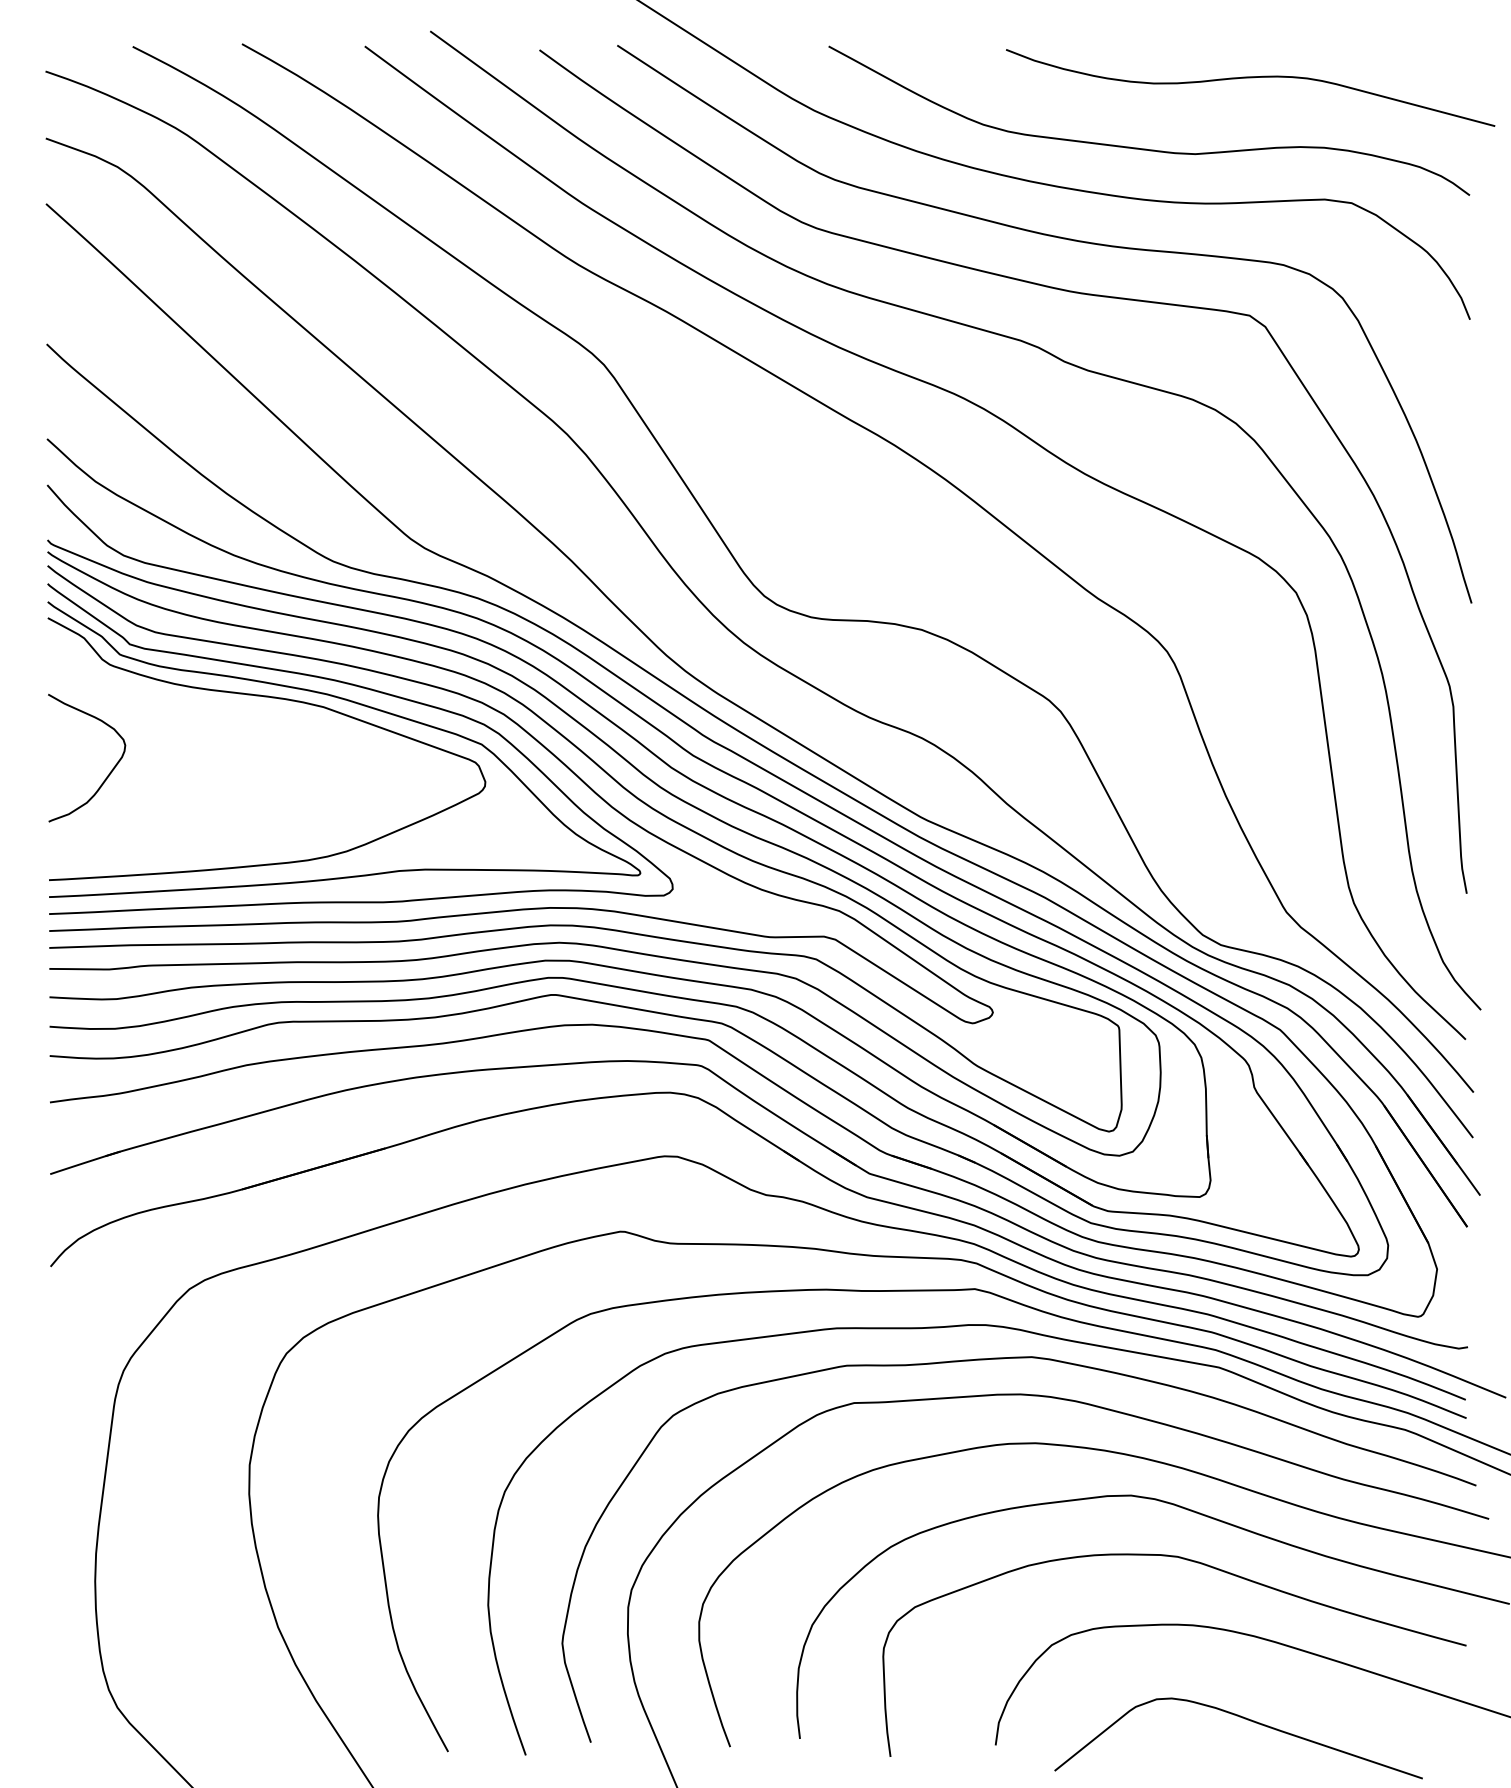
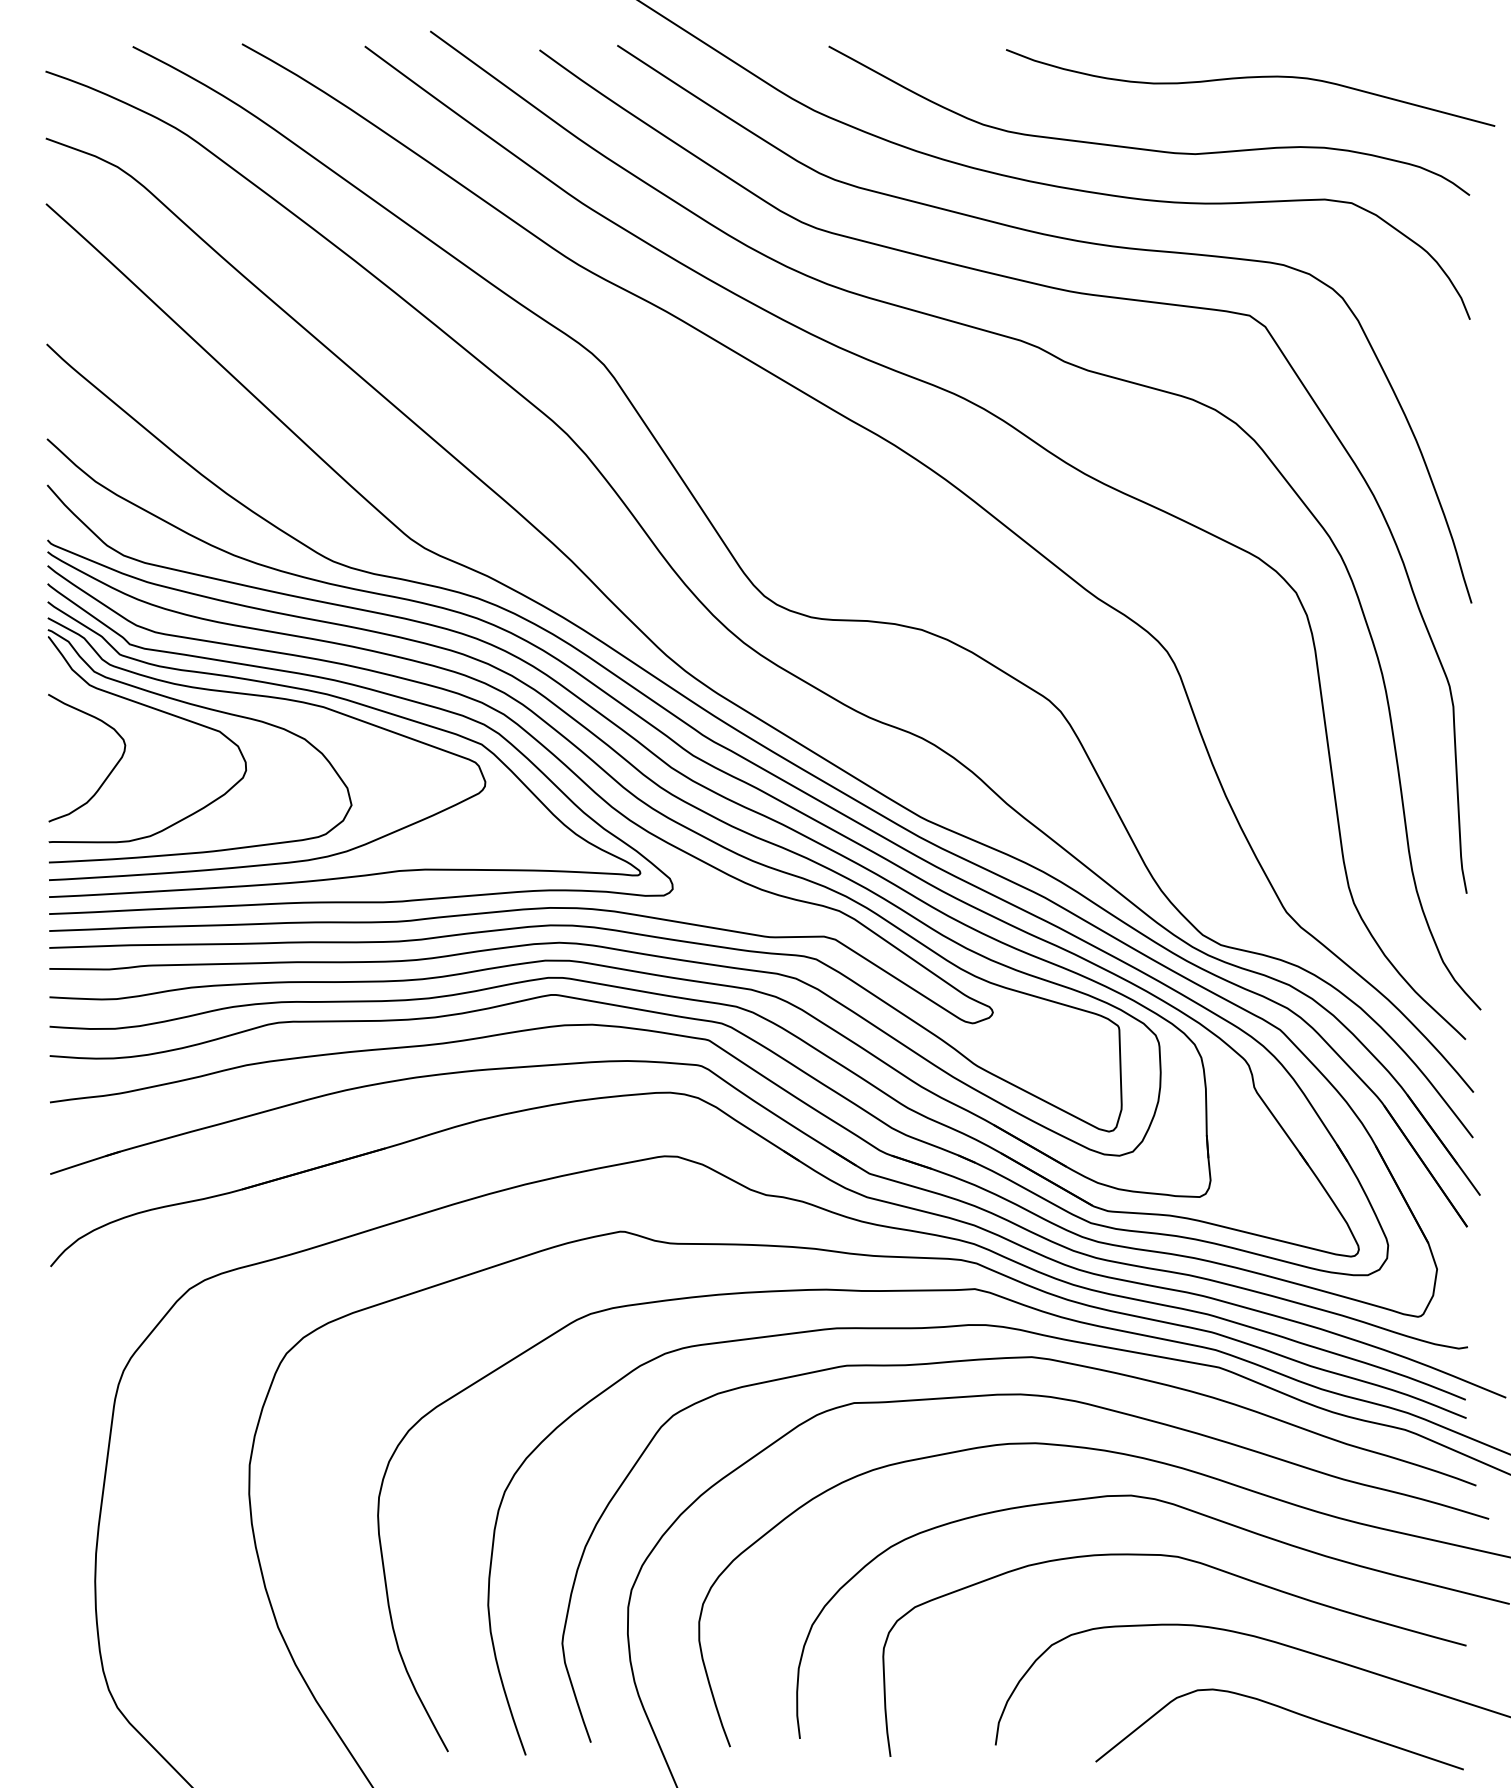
part at (204, 727): none -> present
curve at (1247, 1720) position: (1247, 1720) -> (1288, 1711)
